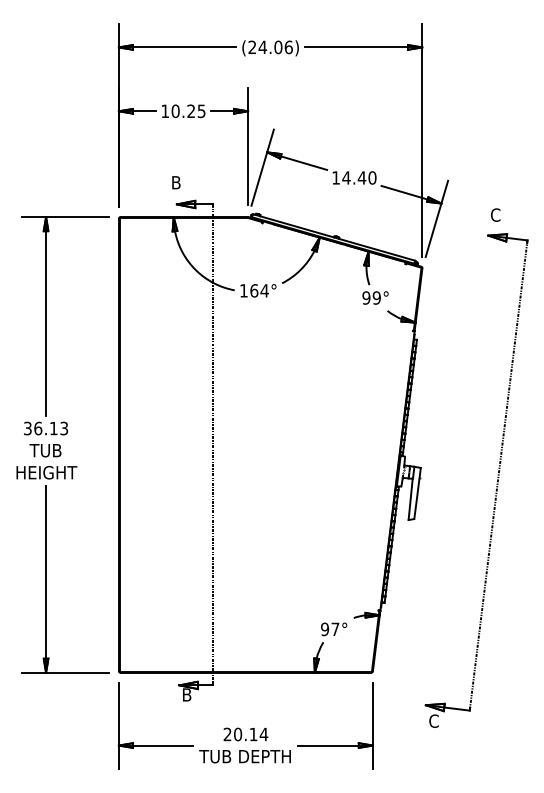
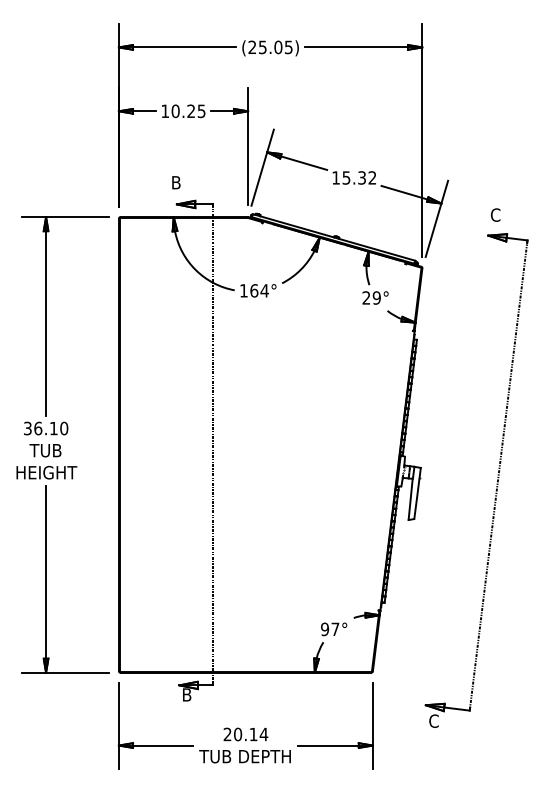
text at (275, 47): (24.06) -> (25.05)
text at (359, 177): 14.40 -> 15.32
text at (366, 297): 99° -> 29°
text at (64, 428): 36.13 -> 36.10
